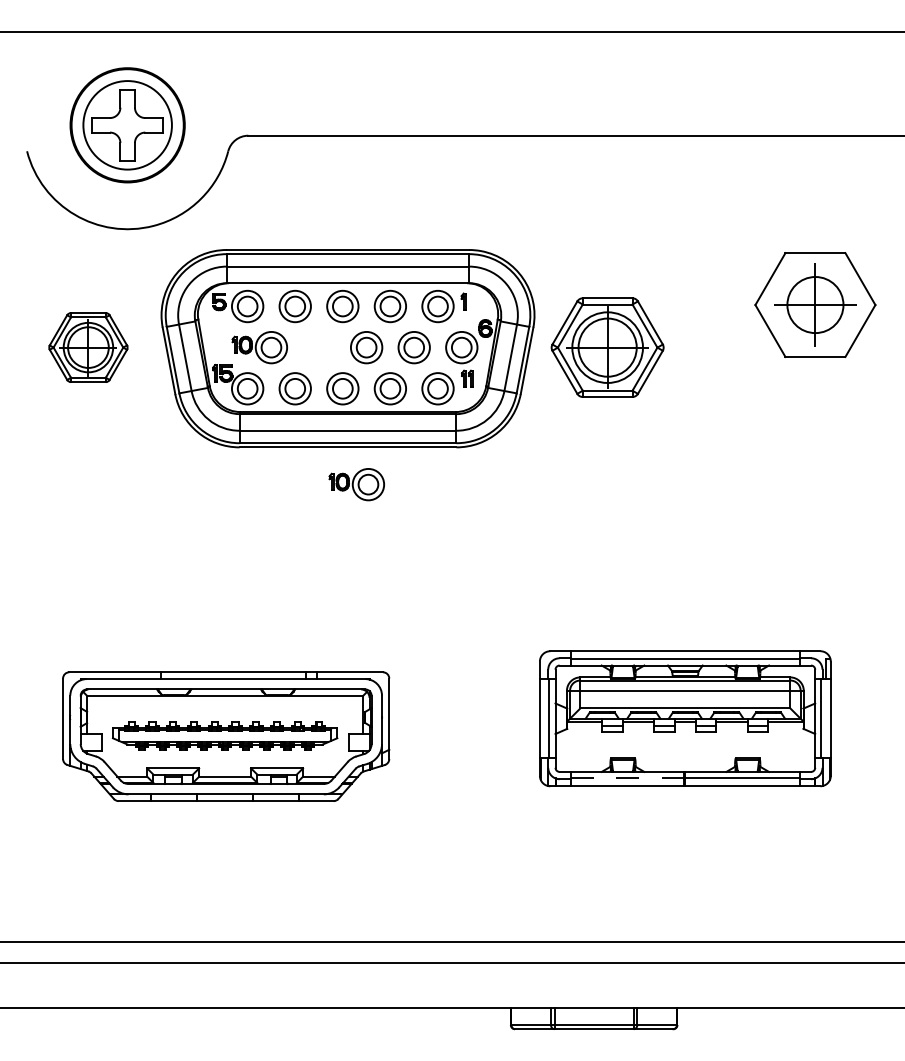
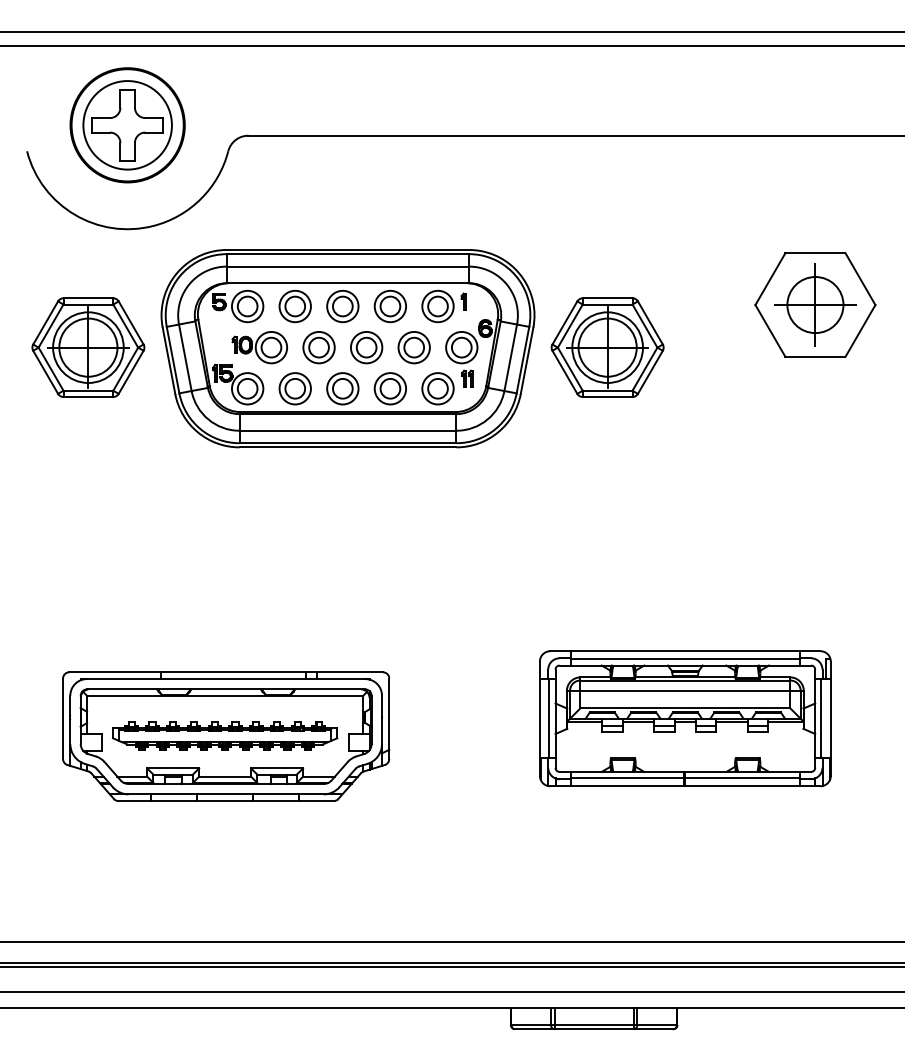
line at (451, 46): none -> present
part at (88, 347) size: 81x71 px -> 115x101 px
part at (318, 347): none -> present
part at (356, 484): present -> none
line at (628, 778): dashed -> solid
line at (451, 966): none -> present
line at (451, 992): none -> present
